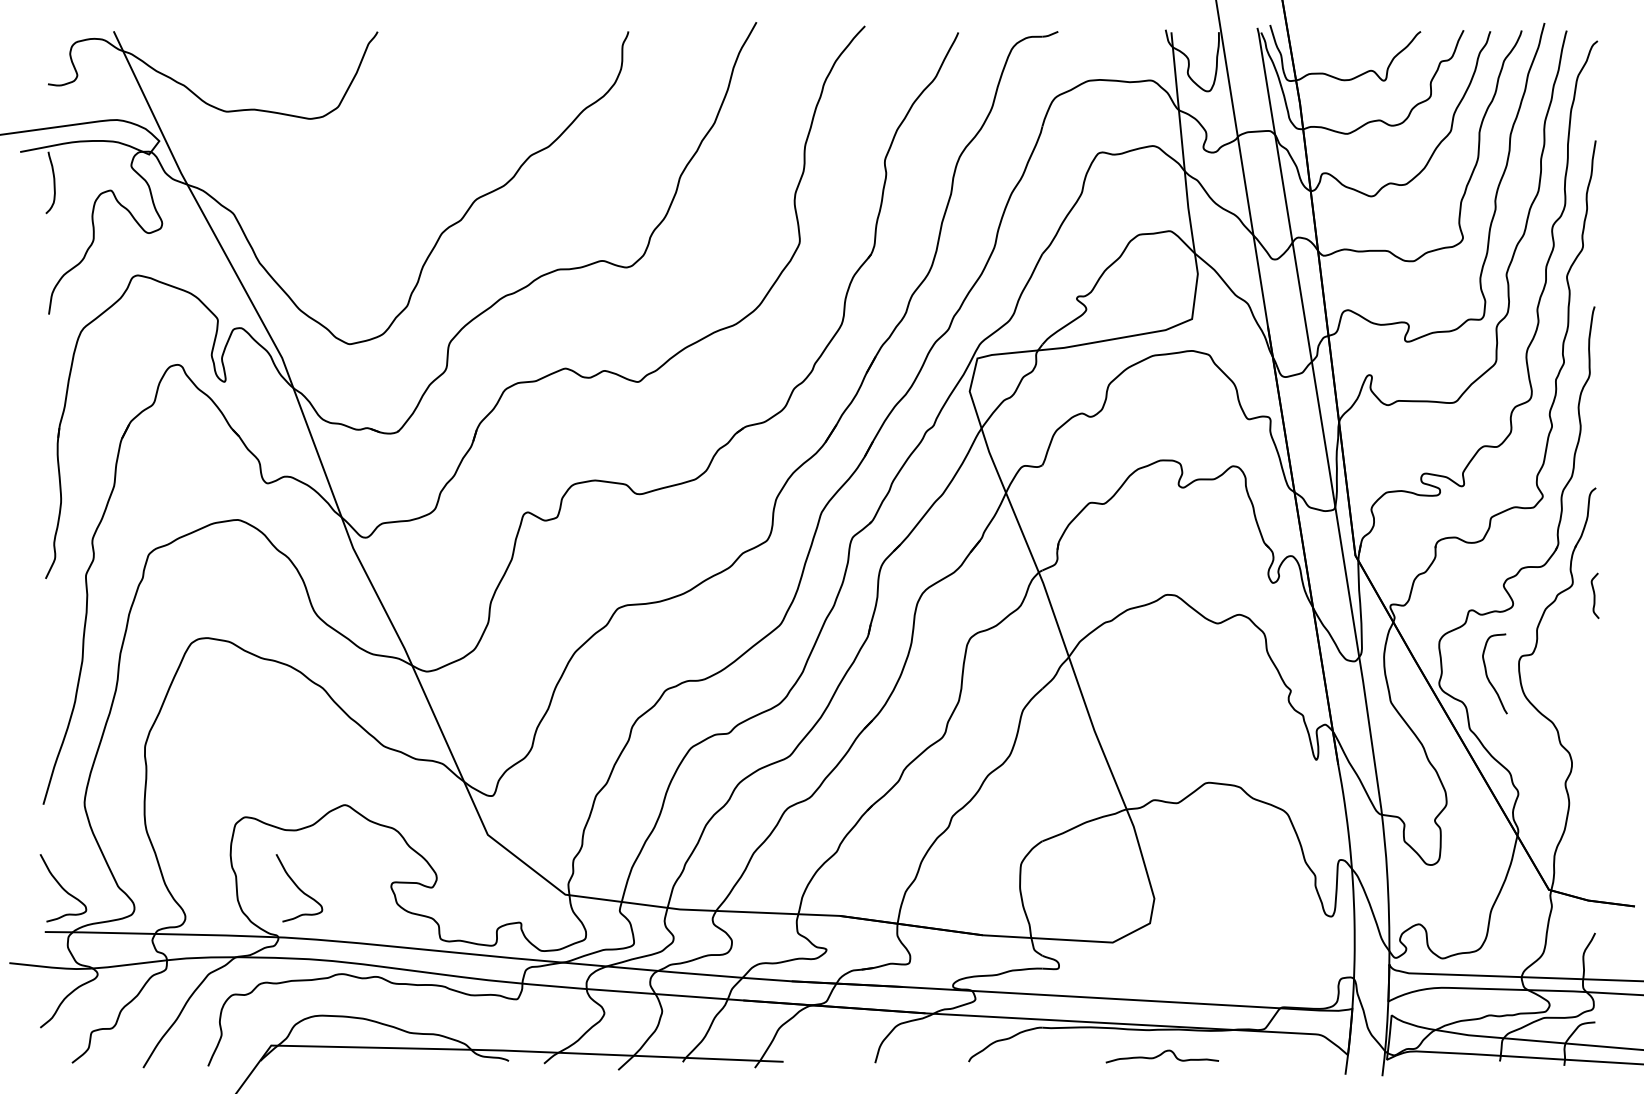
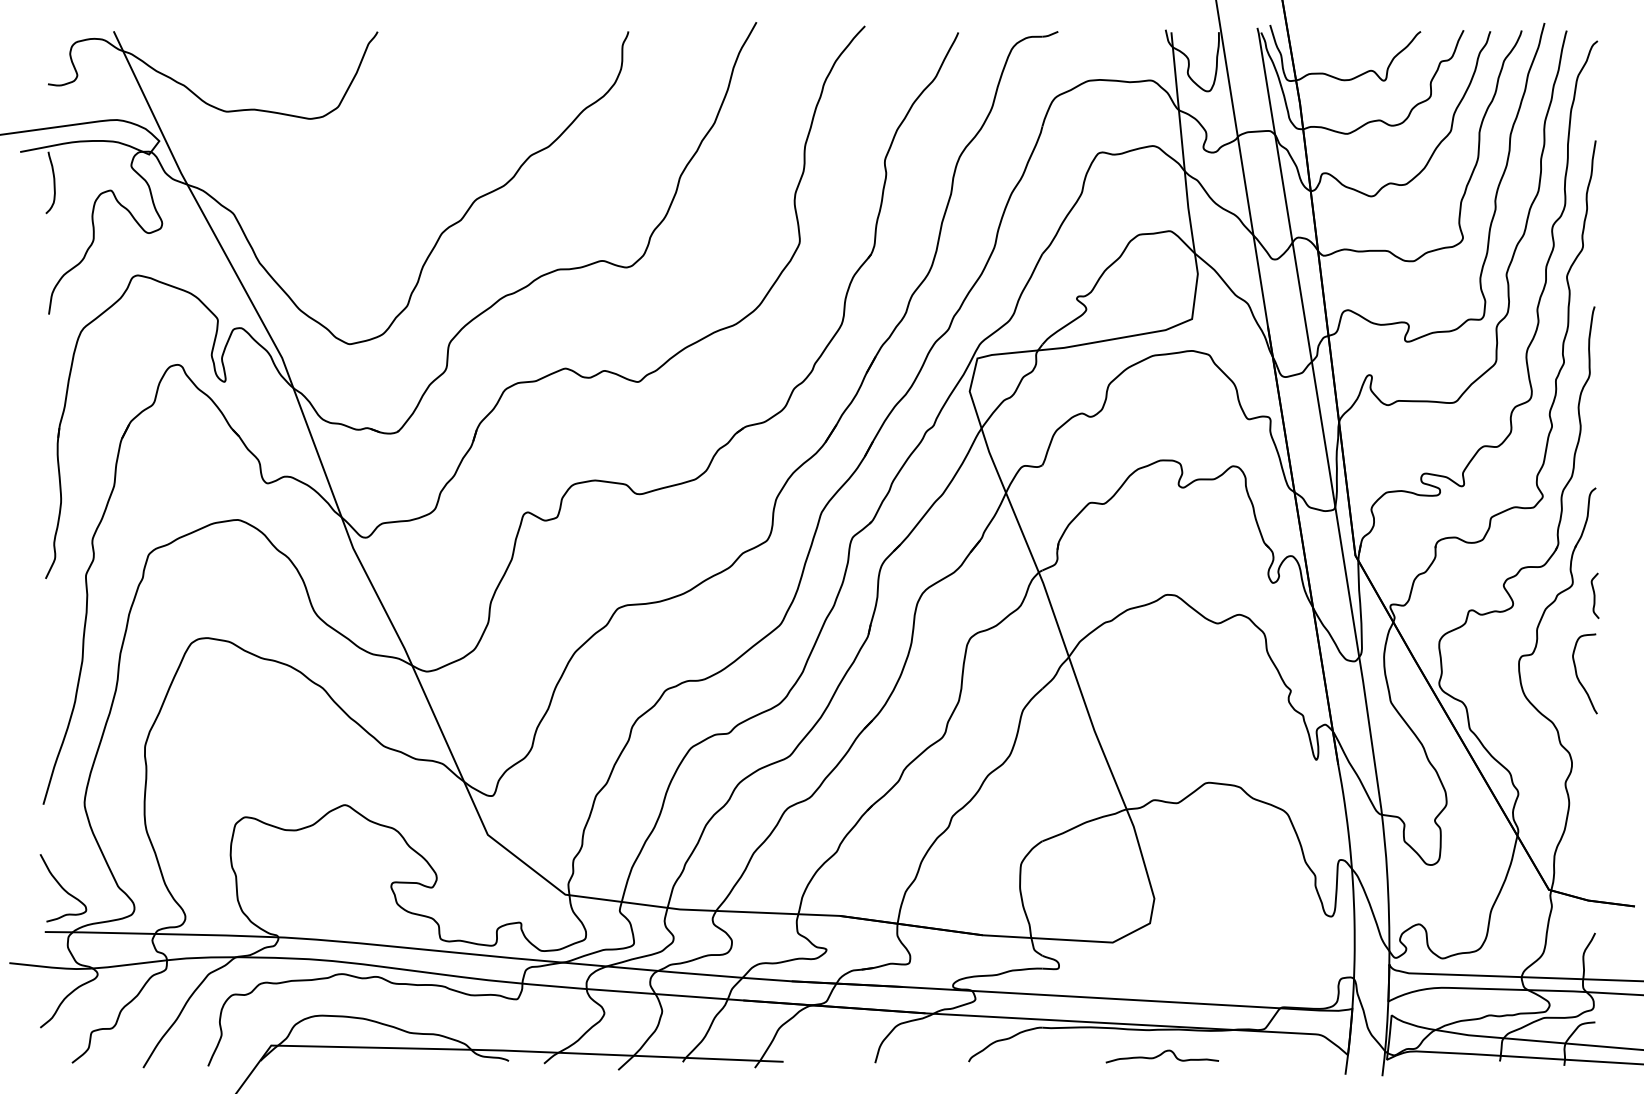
curve at (1487, 673) position: (1487, 673) -> (1577, 673)
curve at (299, 888): present -> none
